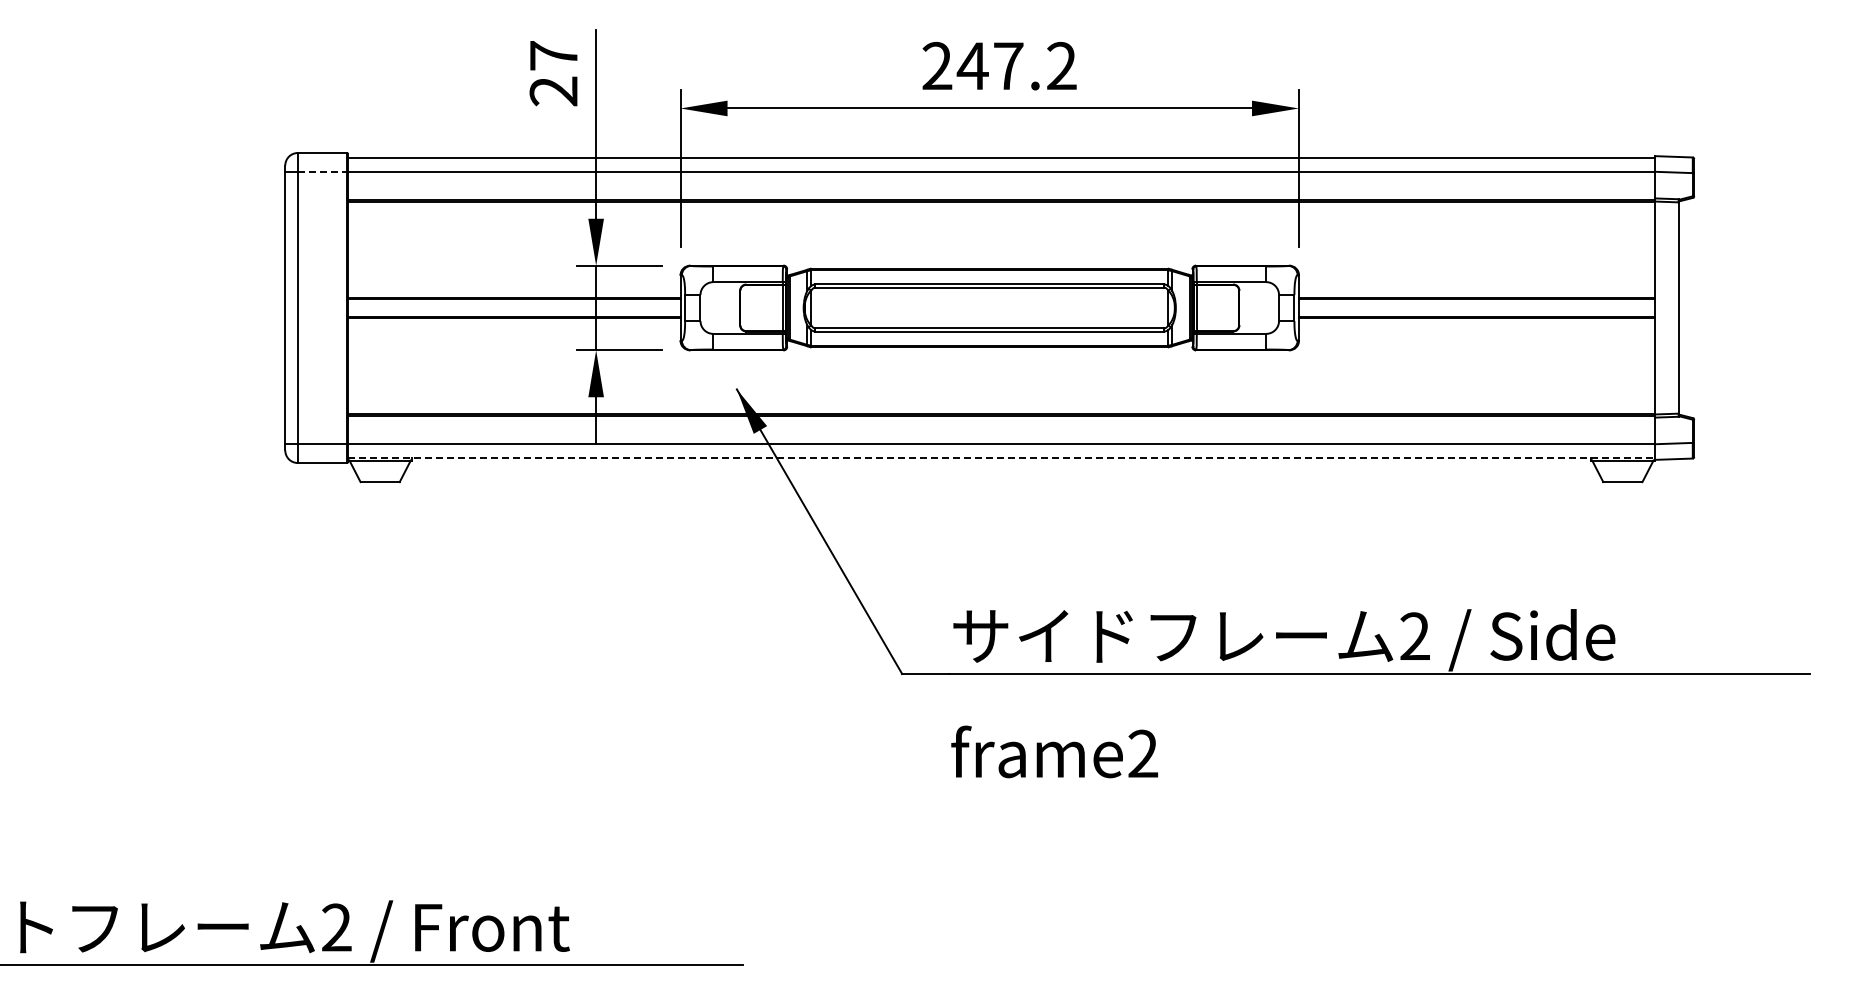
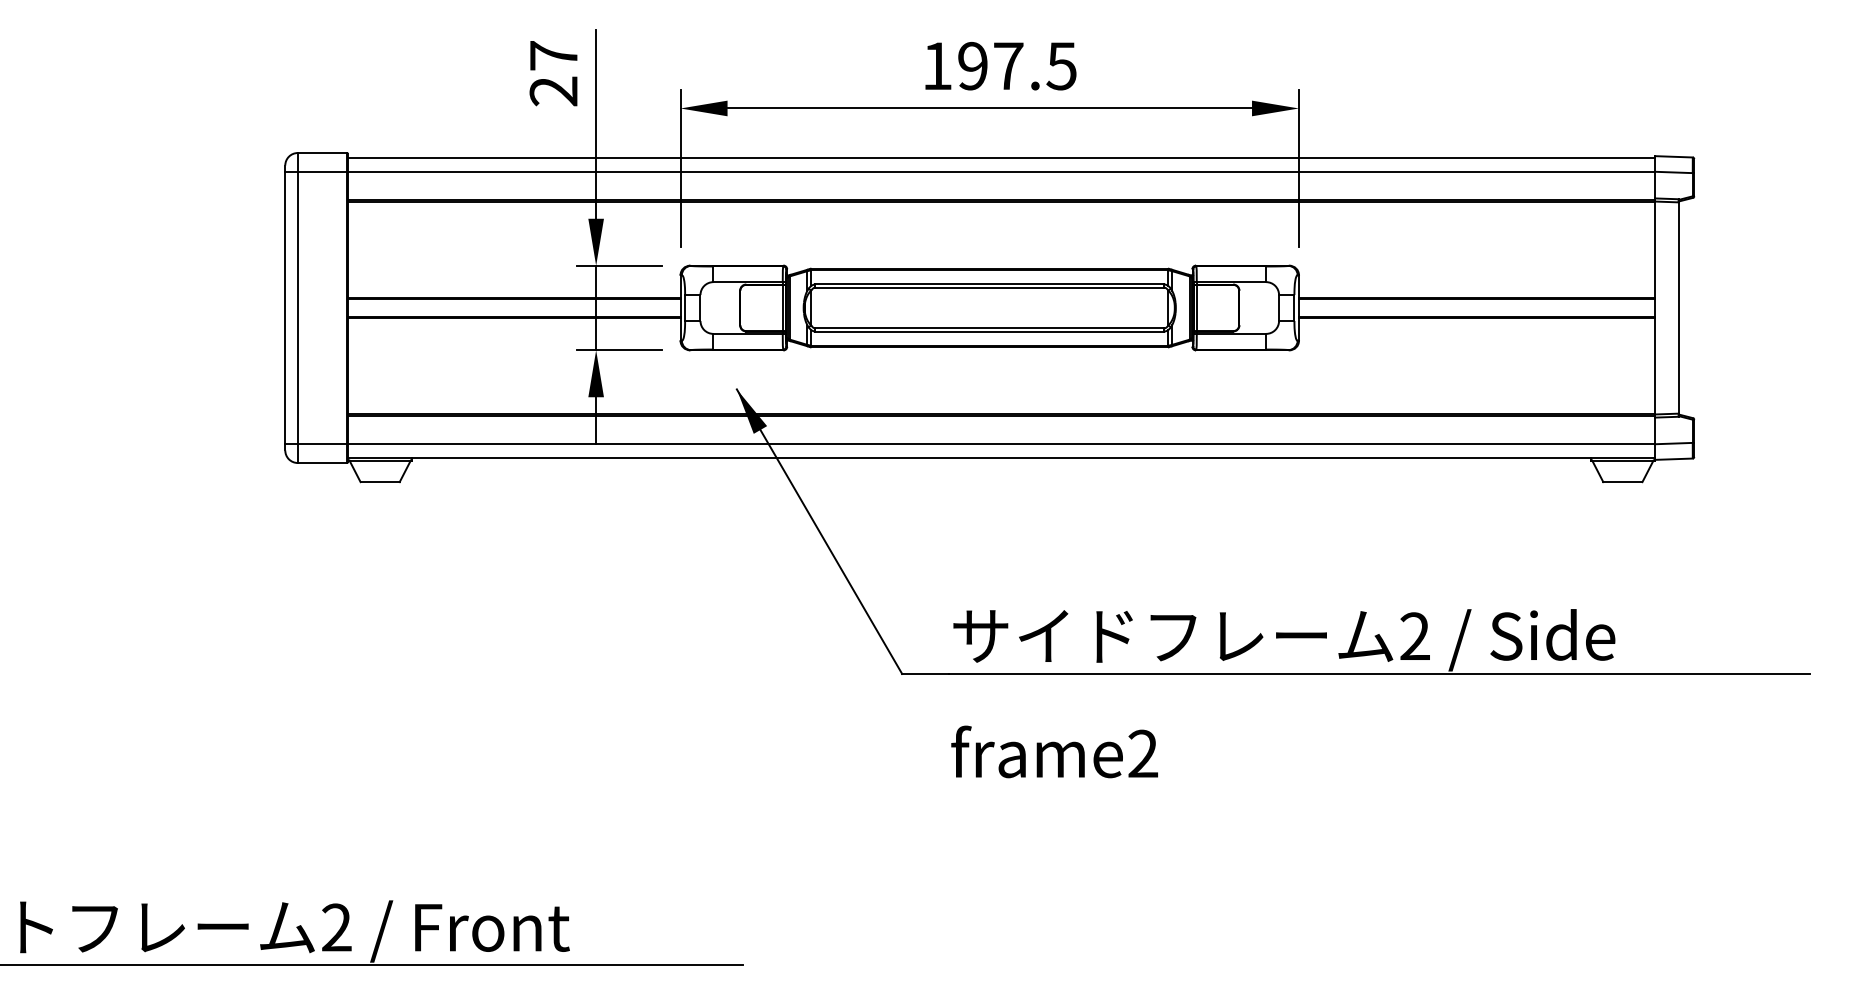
text at (999, 65): 247.2 -> 197.5
line at (322, 171): dashed -> solid
line at (1001, 458): dashed -> solid
